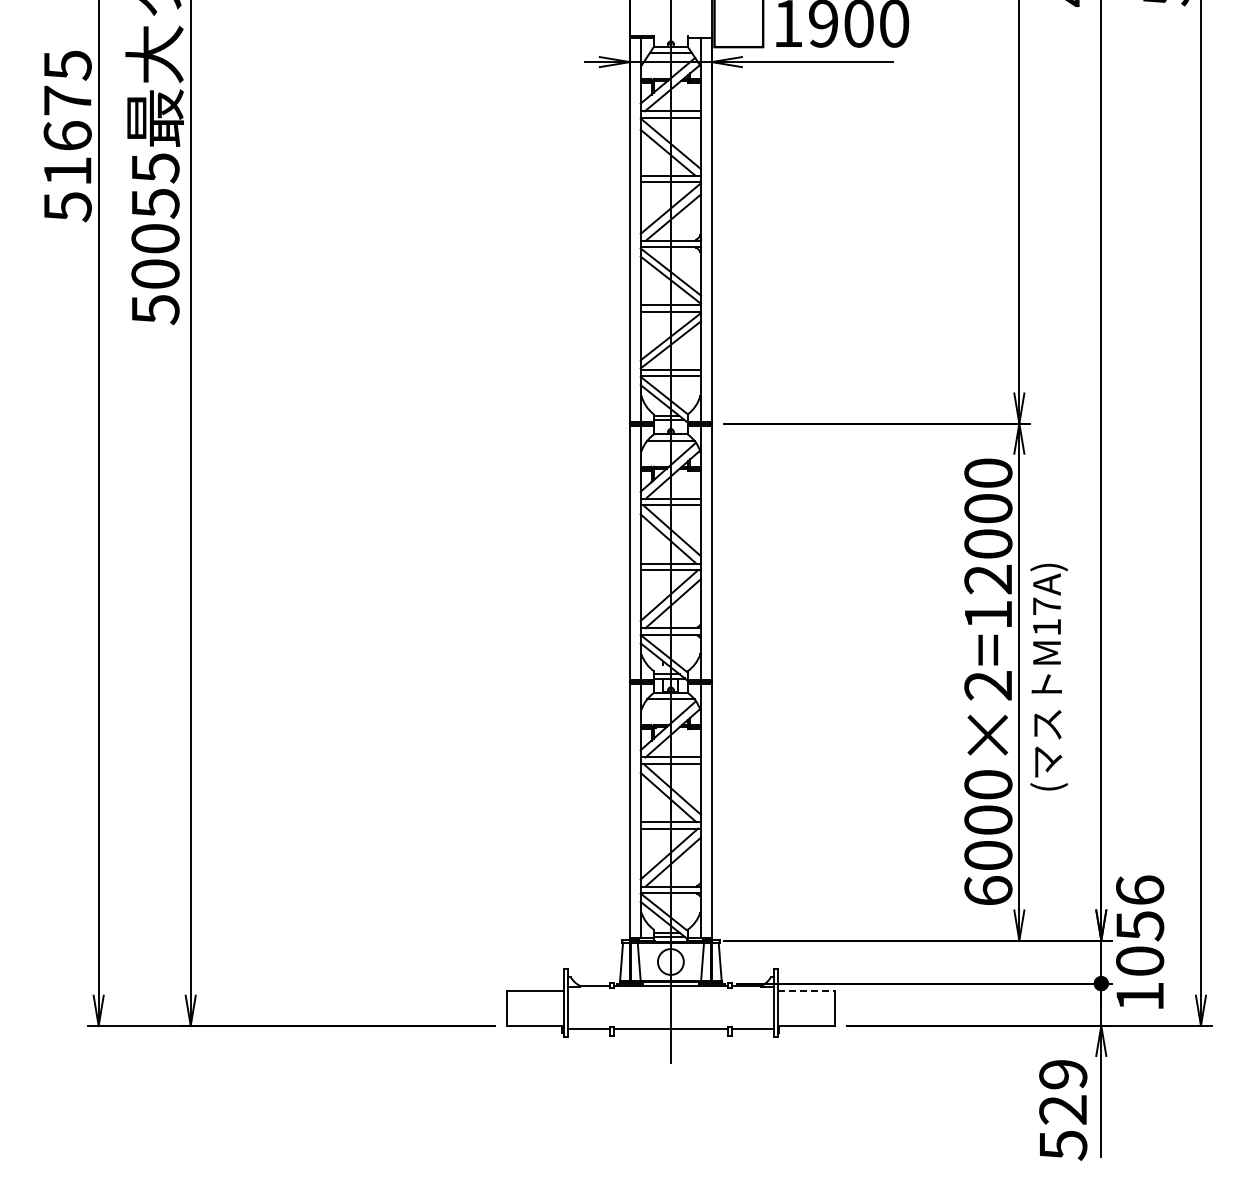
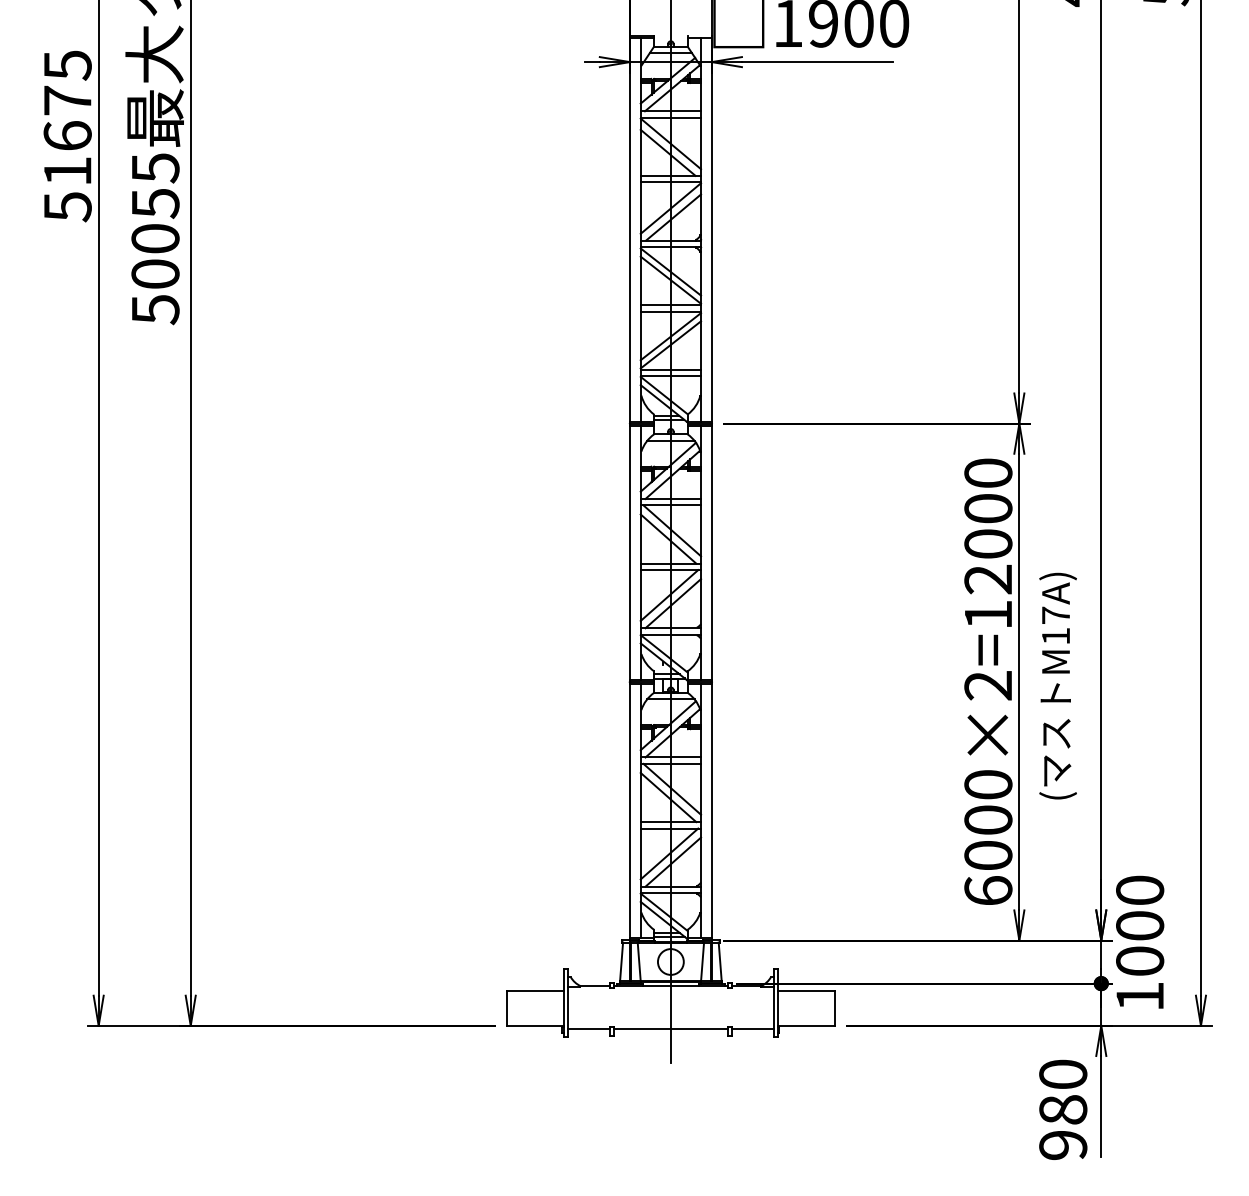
text at (1048, 676) position: (1048, 676) -> (1057, 685)
text at (1140, 908): 1056 -> 1000
line at (806, 991): dashed -> solid
text at (1063, 1109): 529 -> 980
